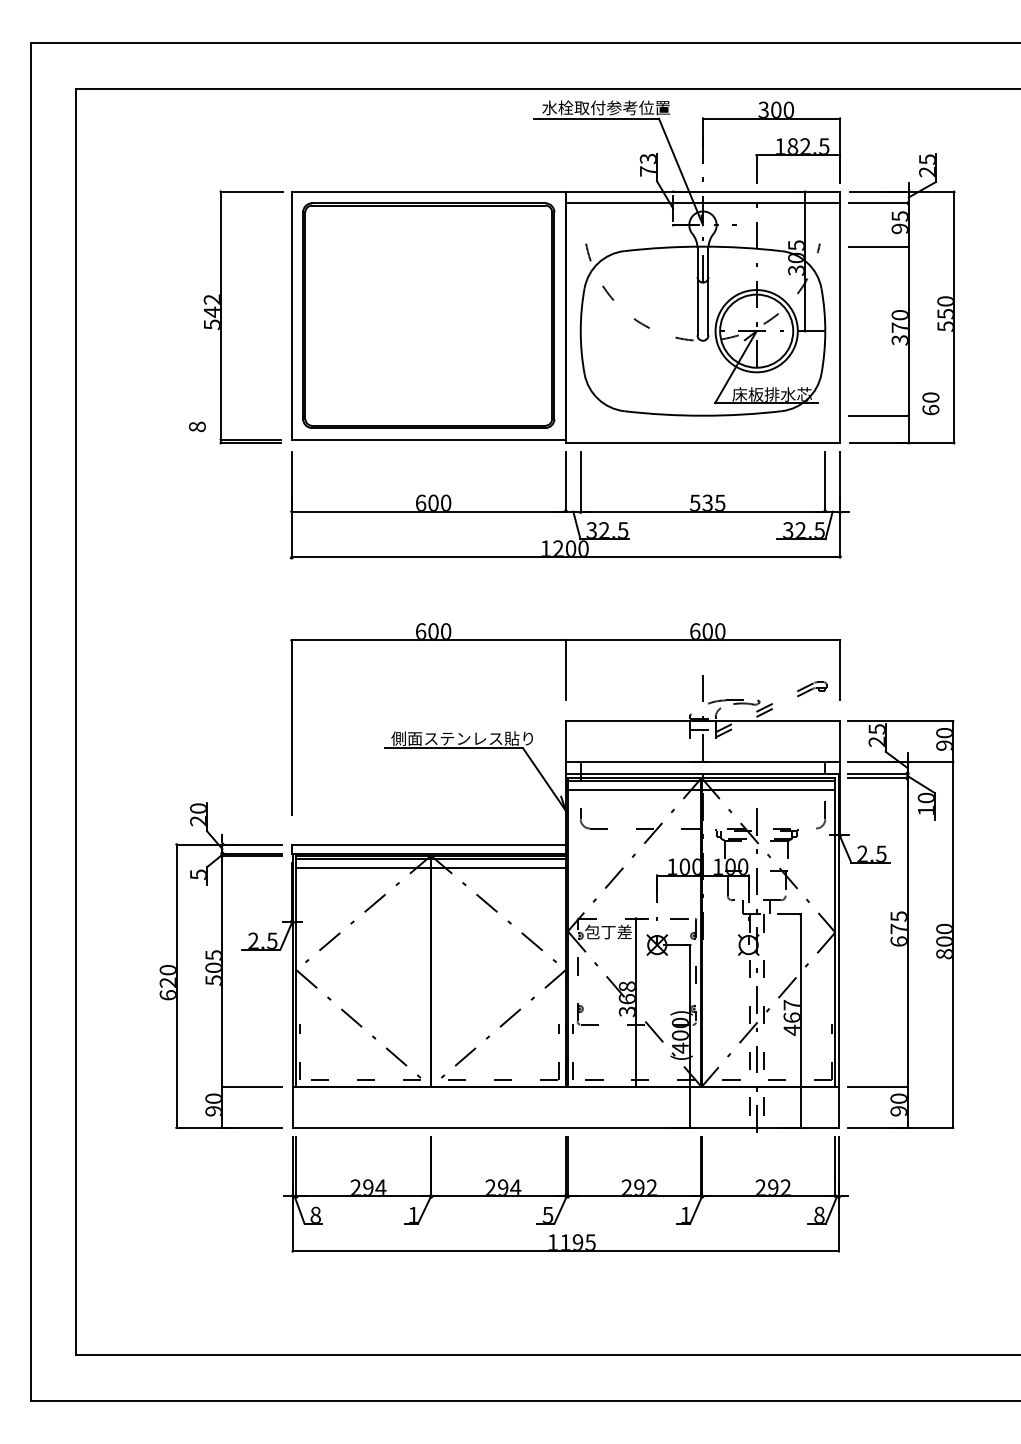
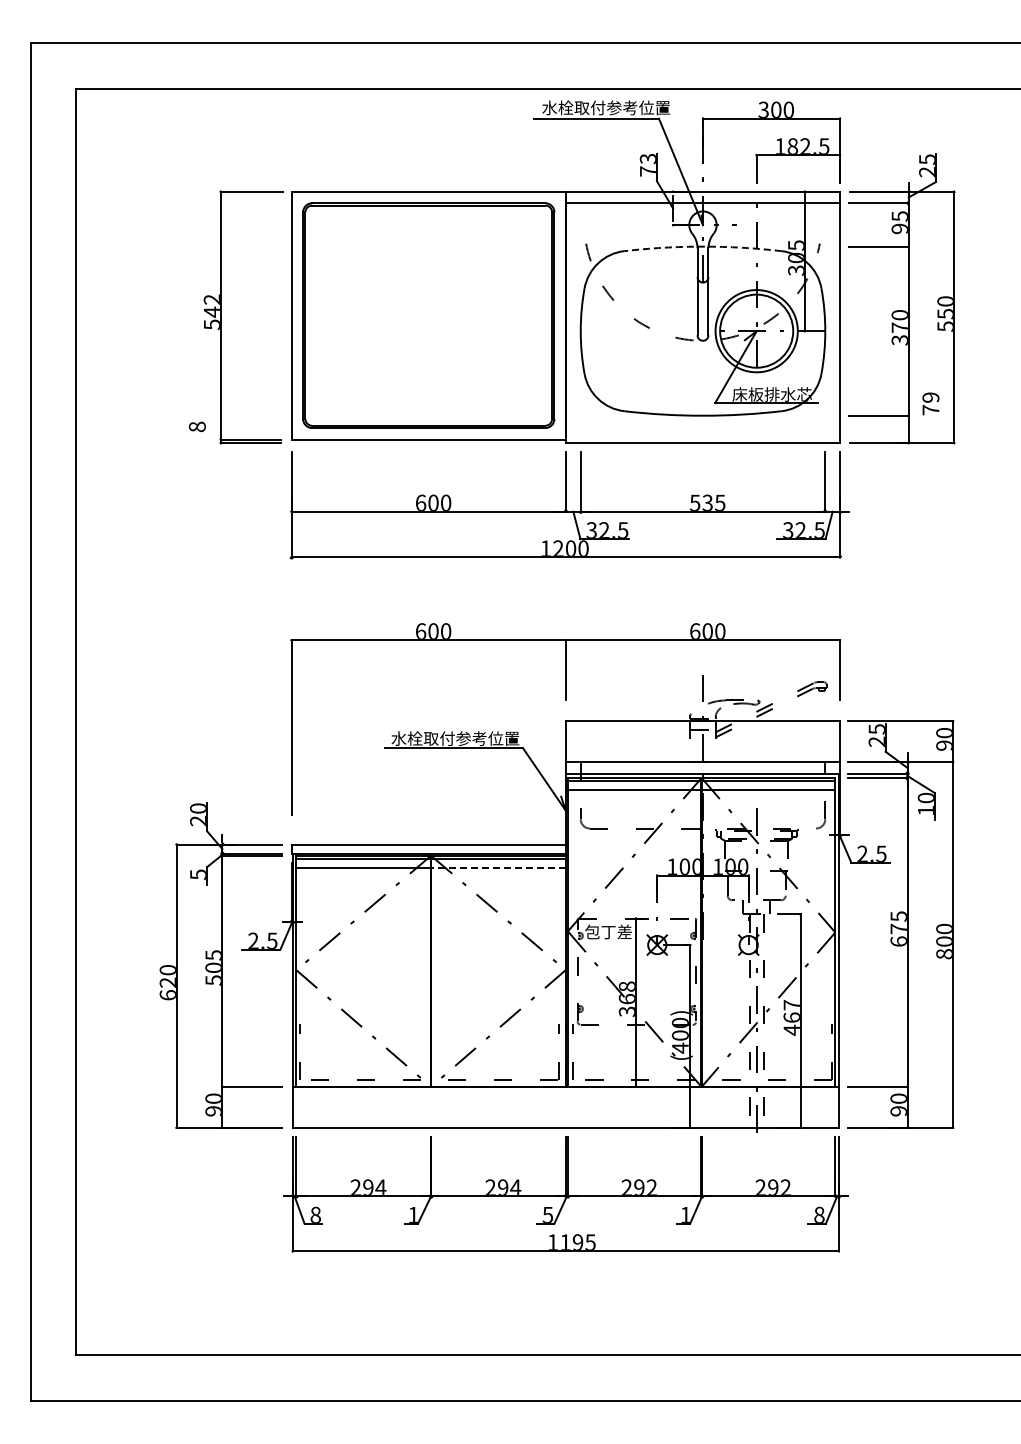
arc at (702, 246): solid -> dashed
text at (930, 403): 60 -> 79
text at (461, 738): 側面ステンレス貼り -> 水栓取付参考位置
line at (497, 868): solid -> dashed
